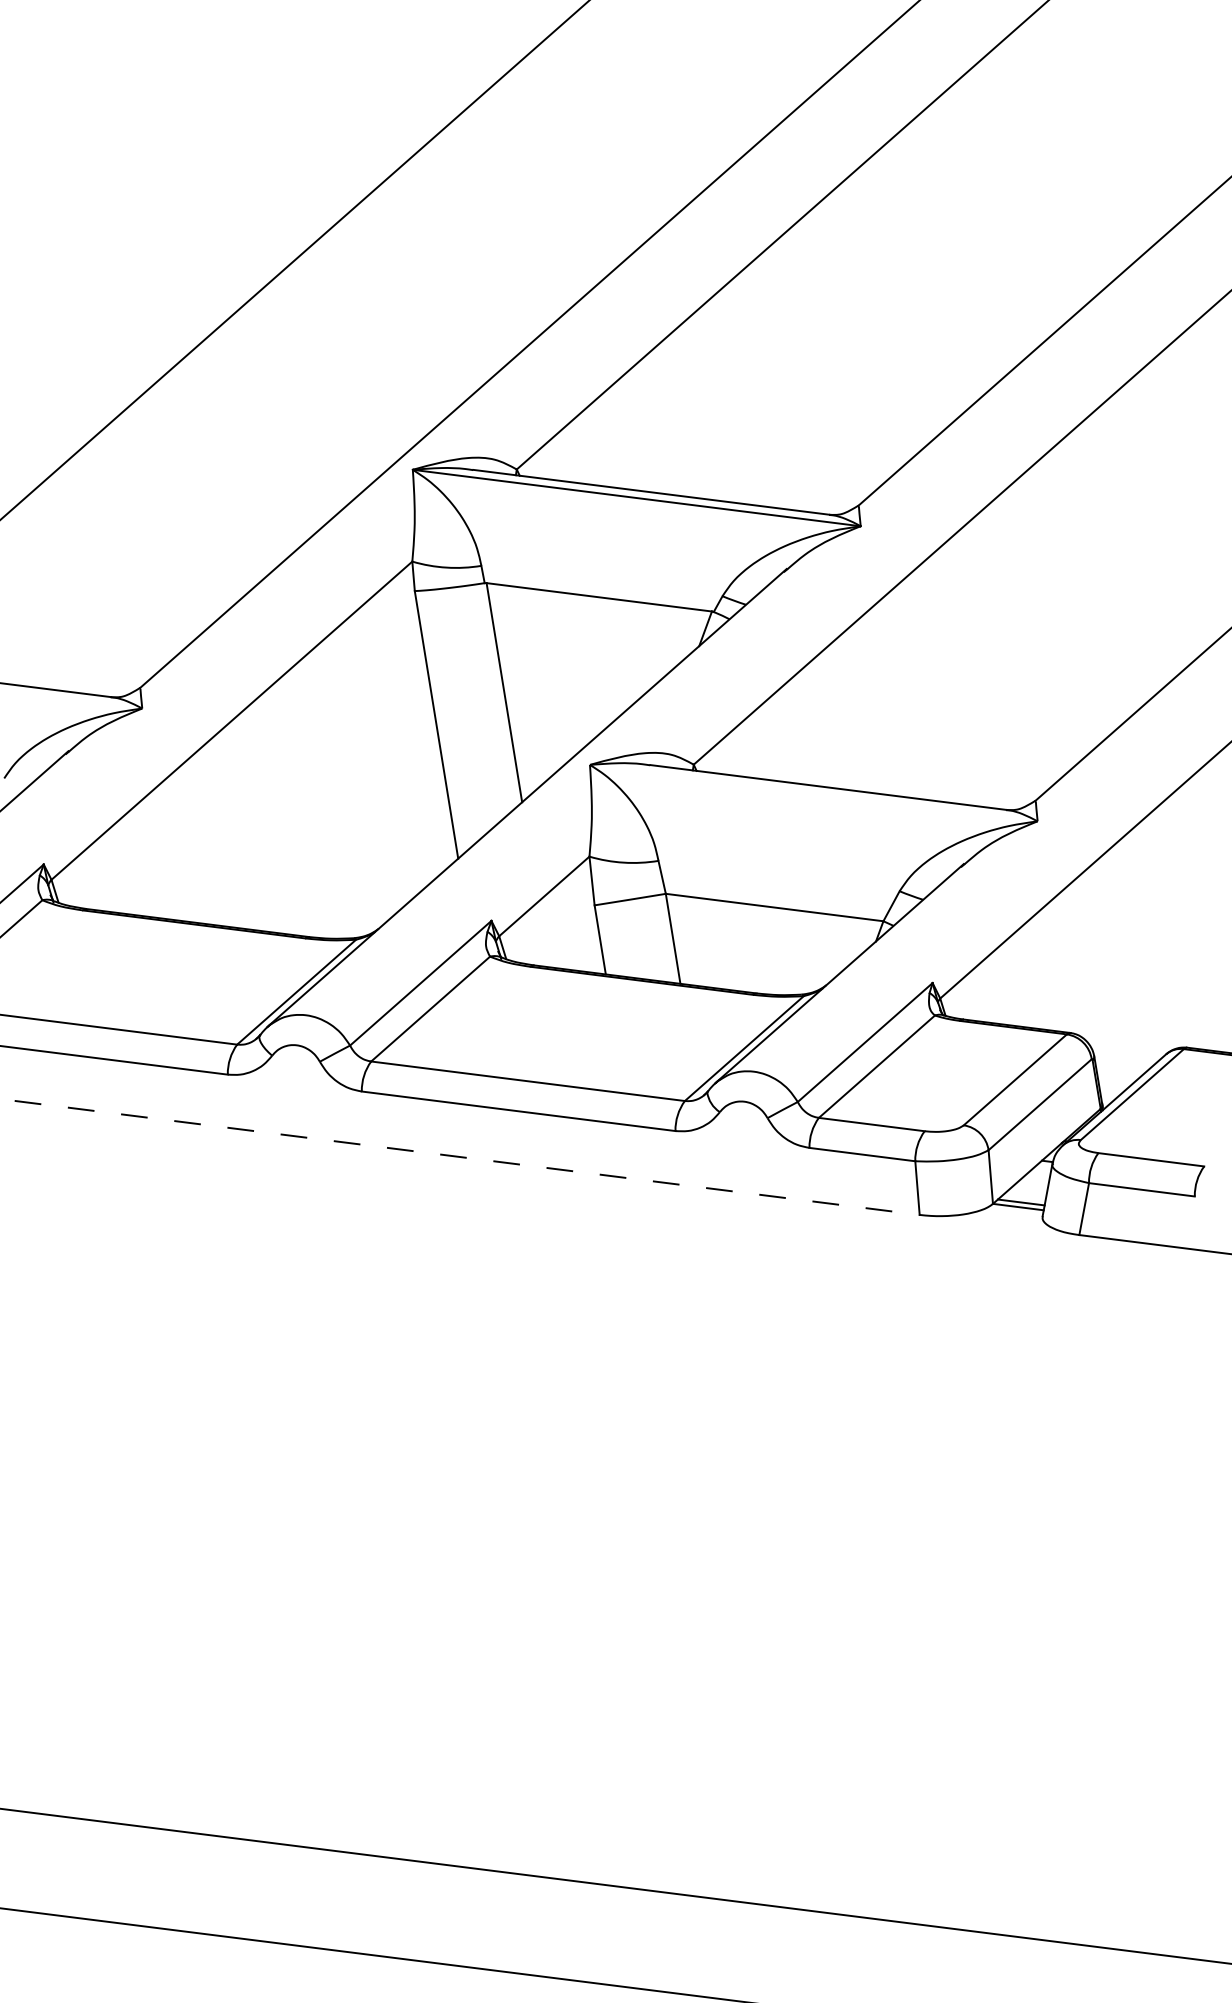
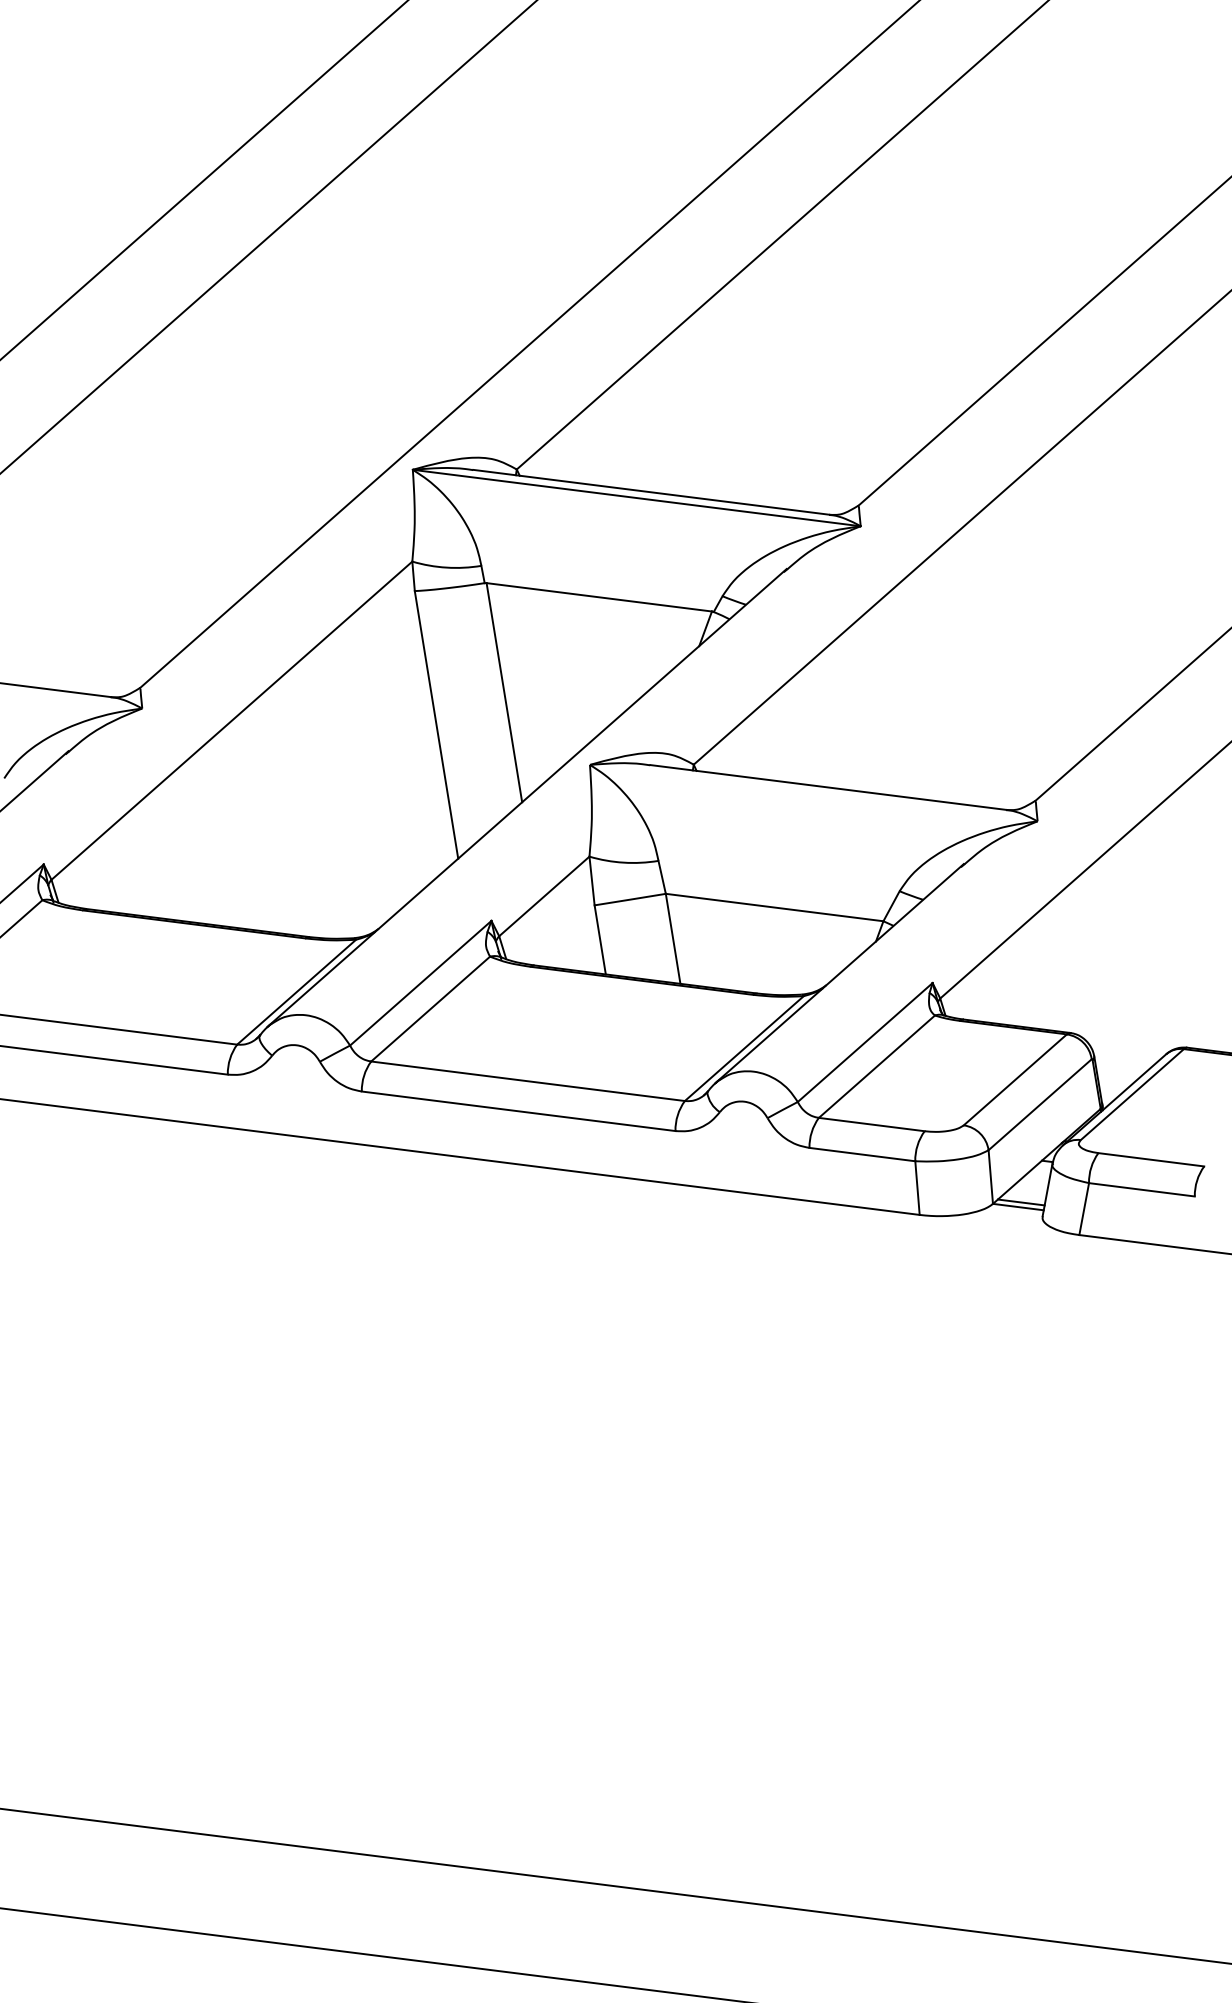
line at (203, 180): none -> present
line at (294, 260) position: (294, 260) -> (268, 236)
line at (460, 1157): dashed -> solid
